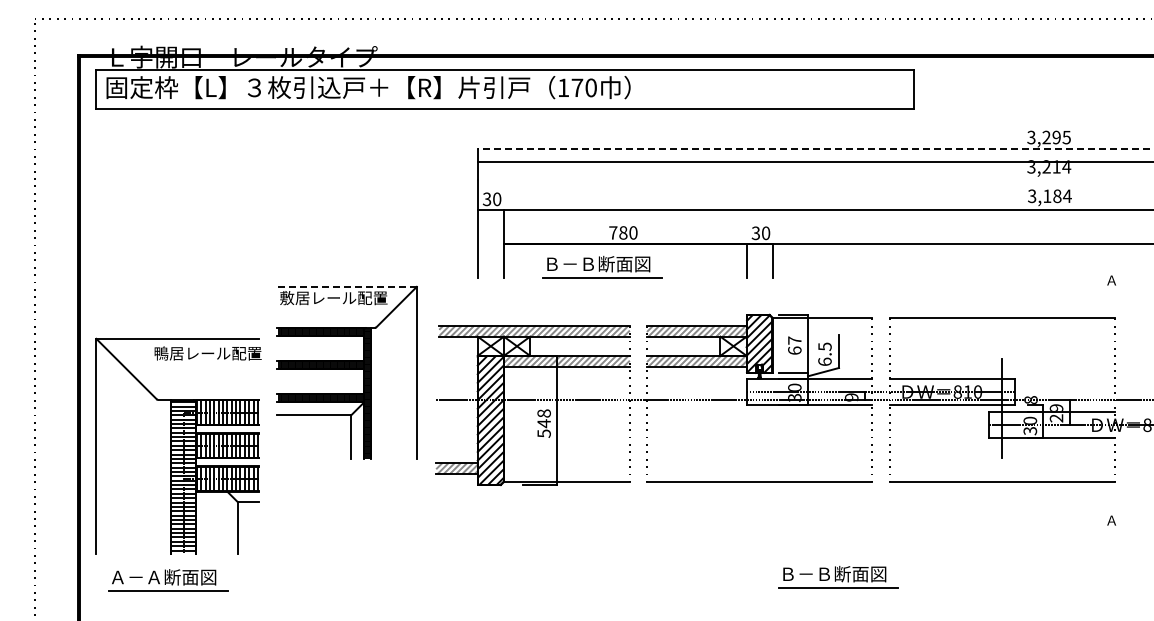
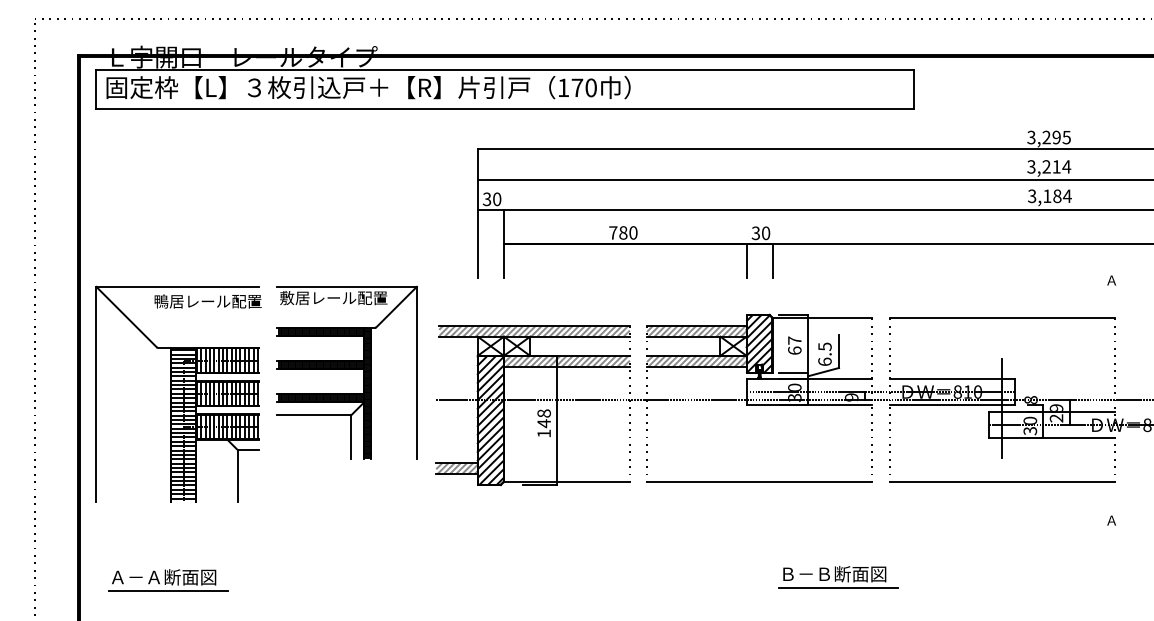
line at (815, 149): dashed -> solid
line at (813, 161) position: (813, 161) -> (813, 179)
part at (602, 267): present -> none
line at (347, 286): dashed -> solid
text at (543, 433): 548 -> 148
part at (178, 445) position: (178, 445) -> (178, 393)
